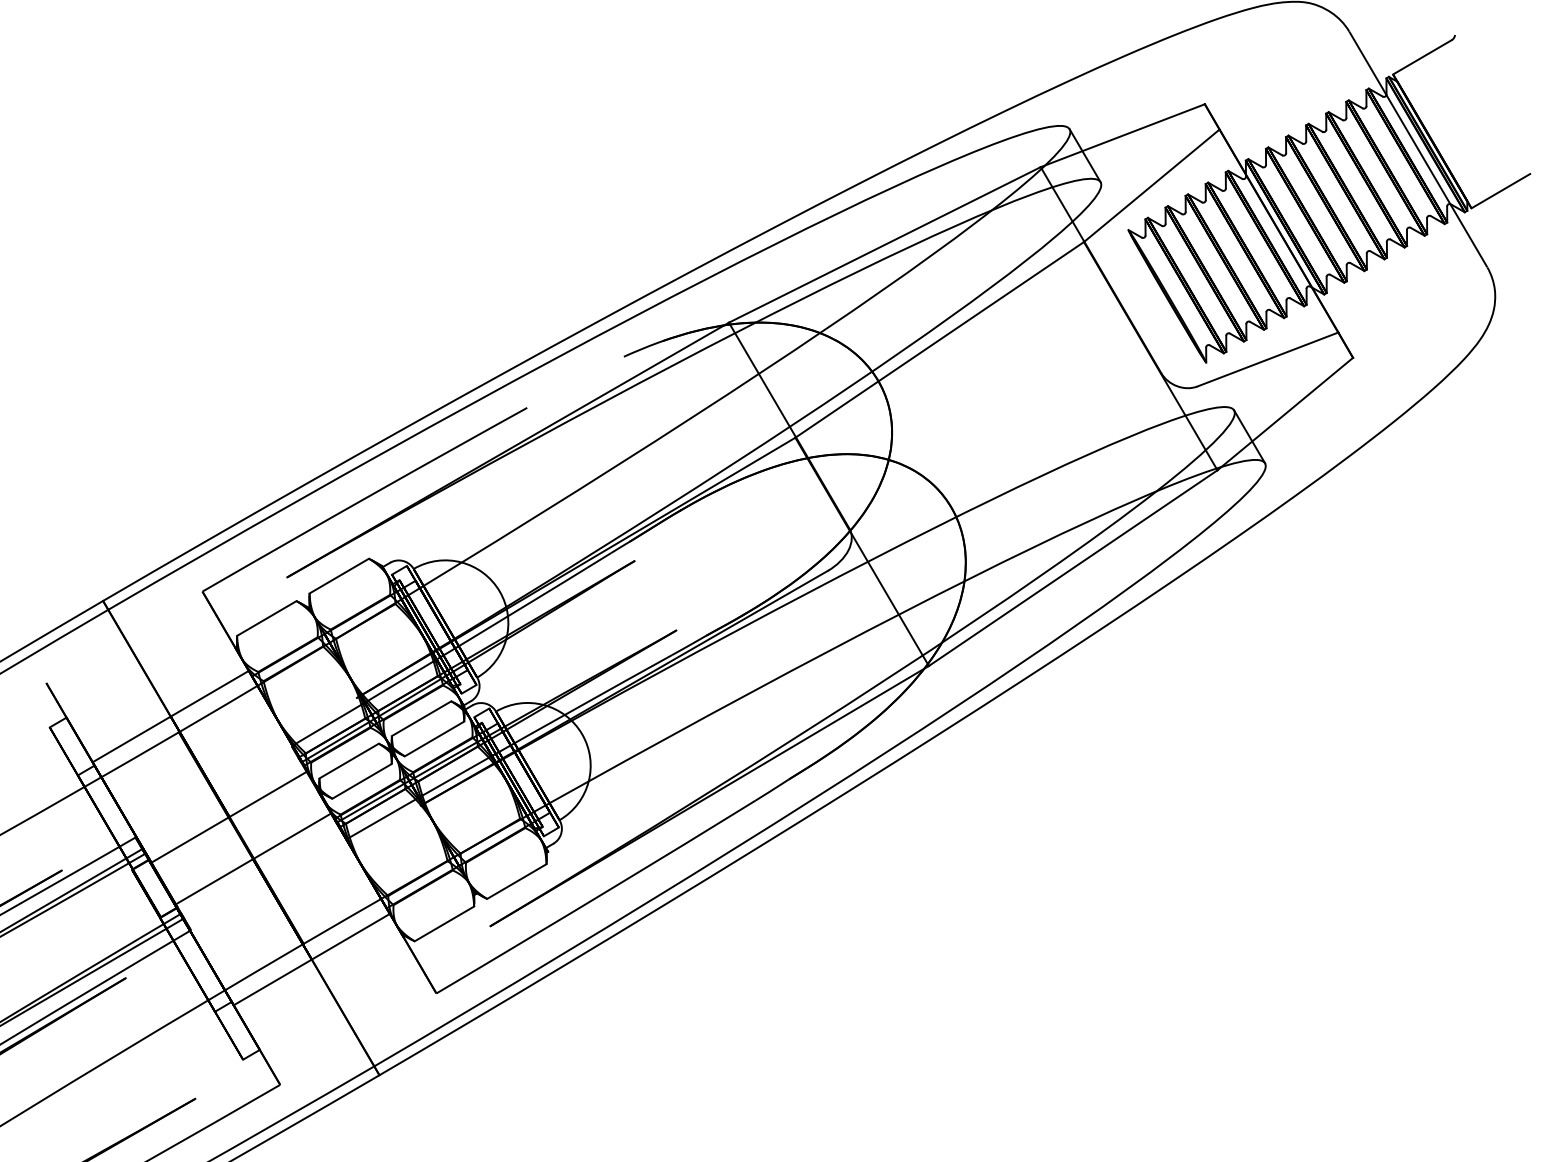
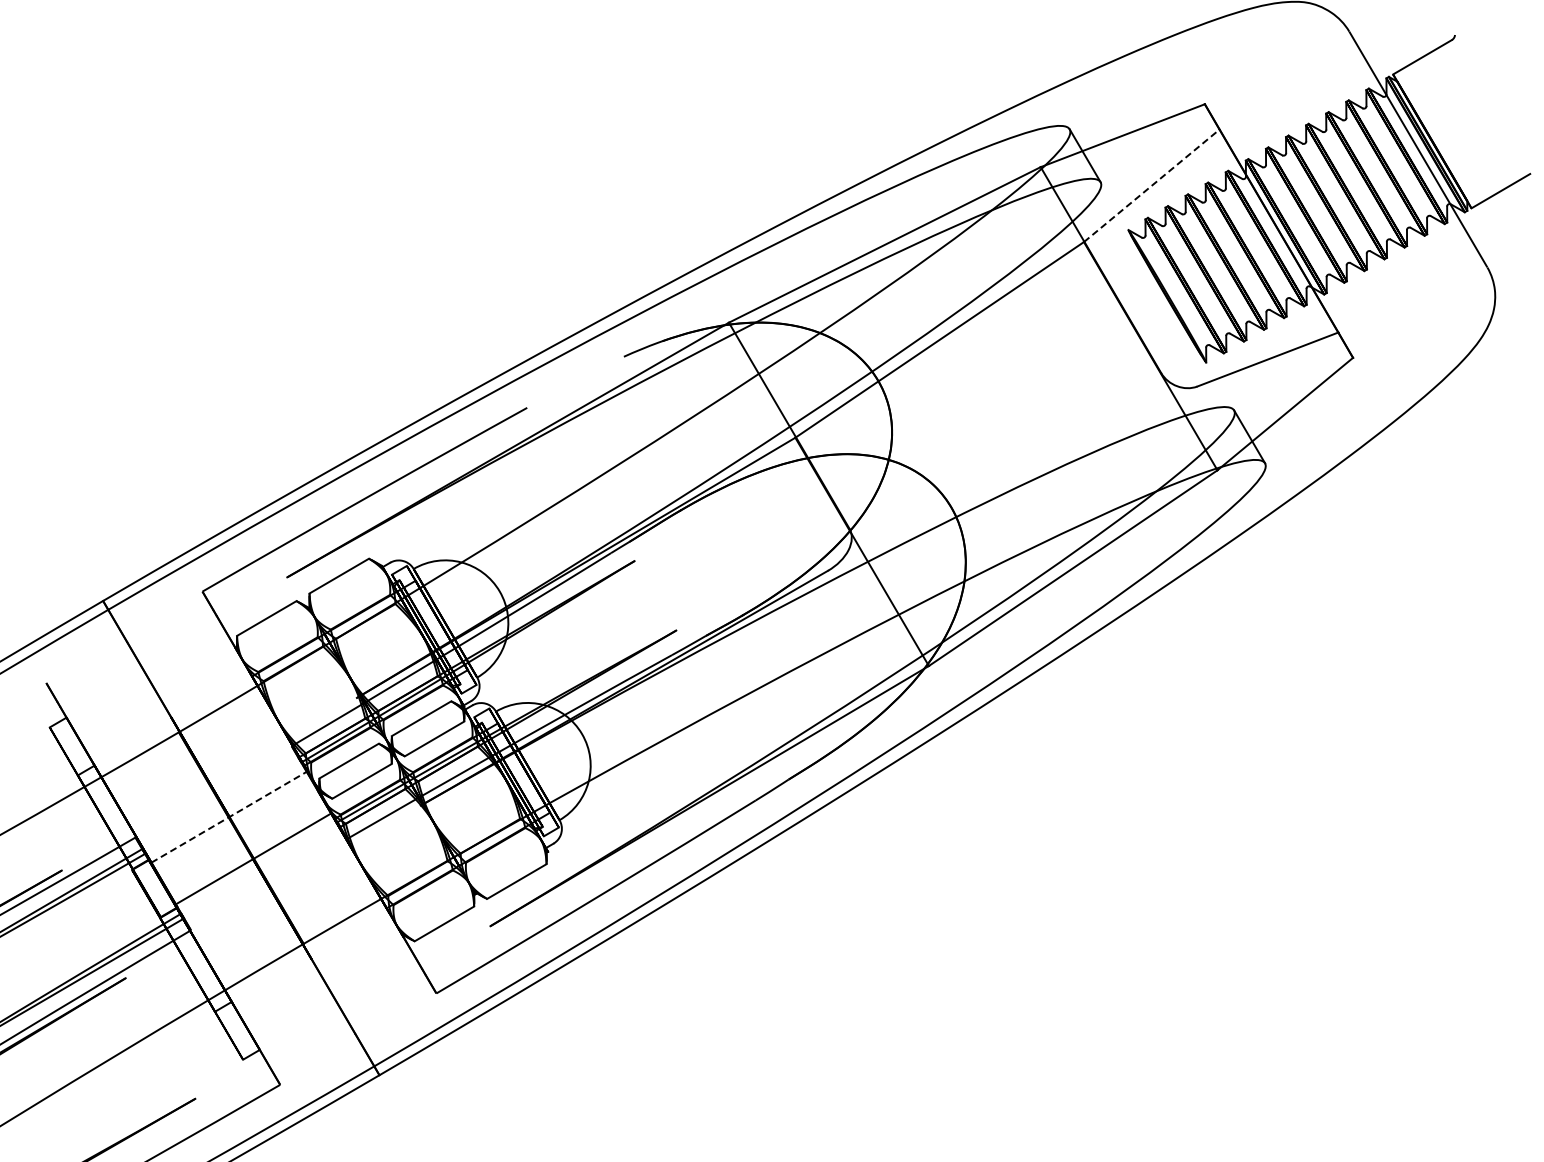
line at (1152, 185): solid -> dashed
line at (170, 716): present -> none
line at (229, 816): solid -> dashed
line at (311, 959): present -> none
